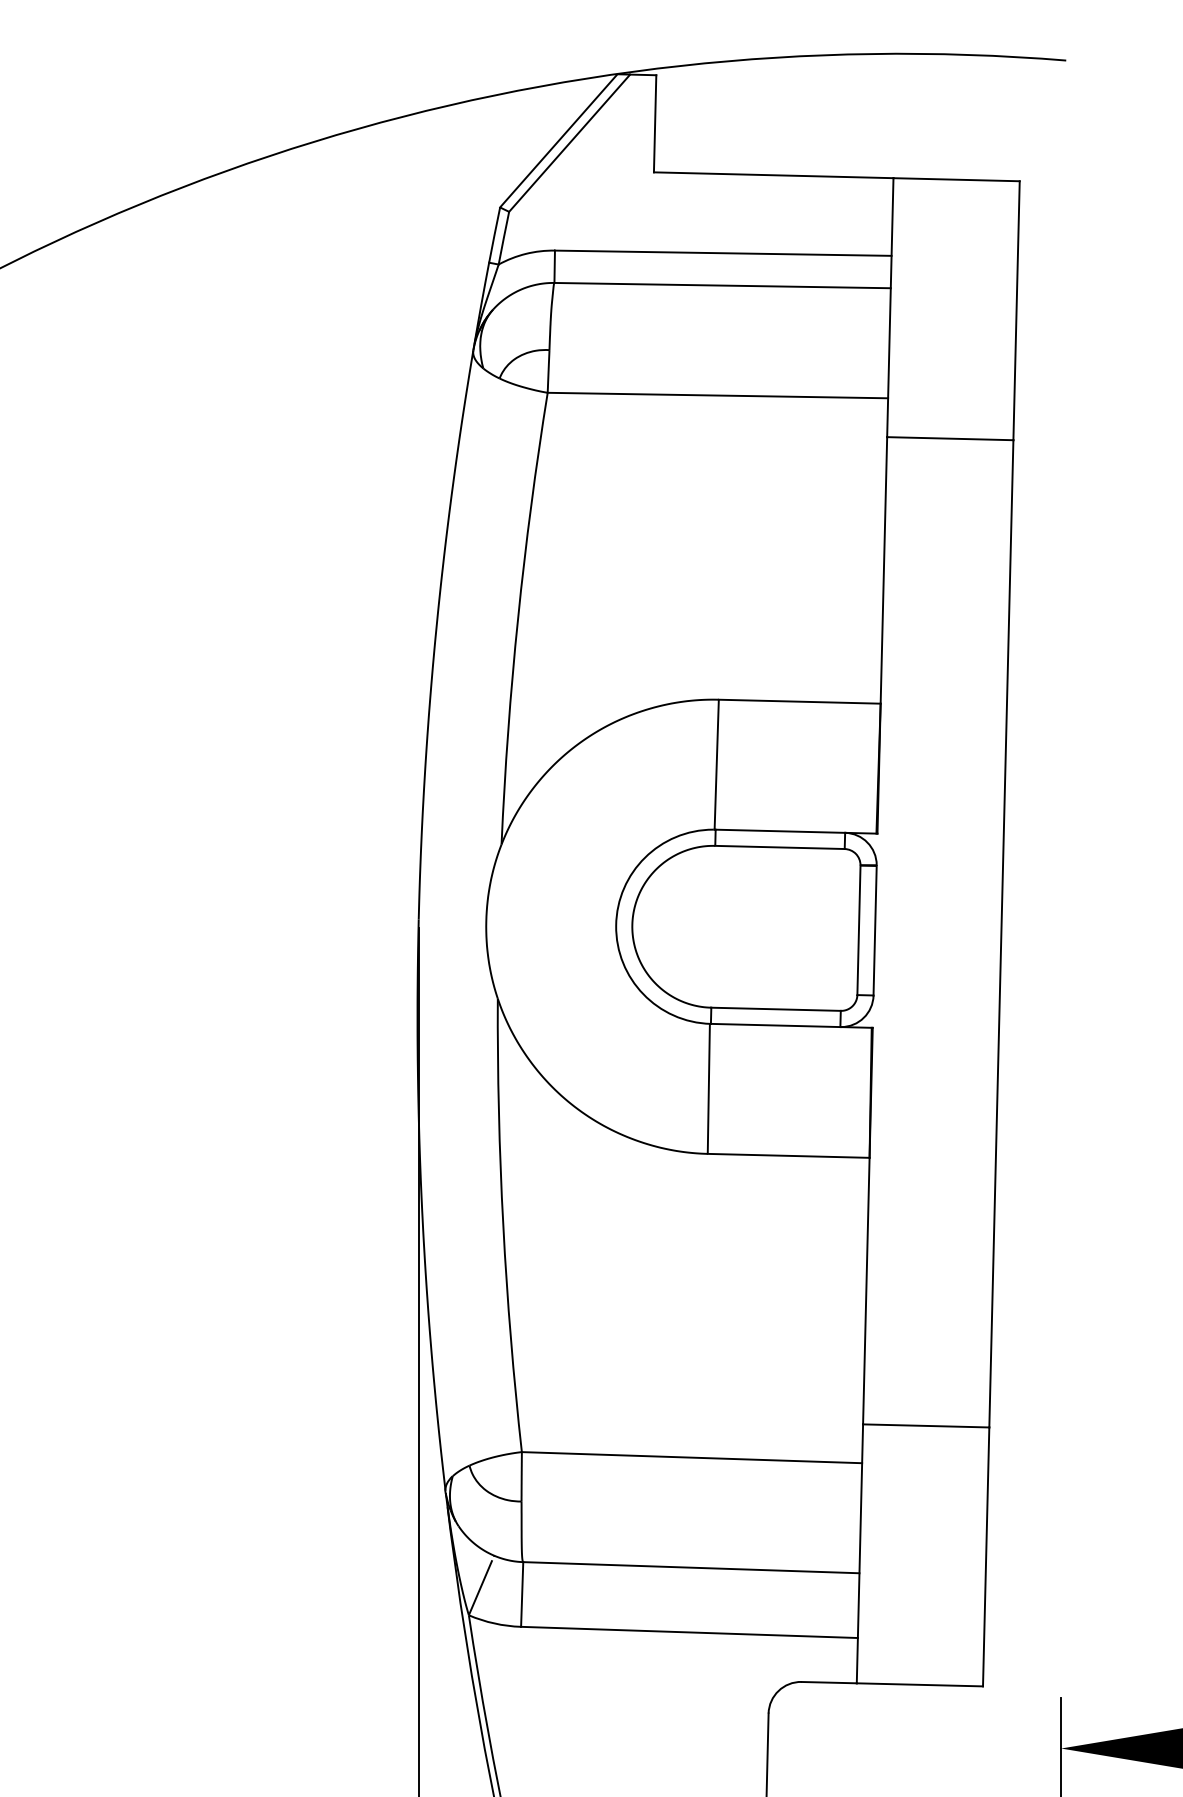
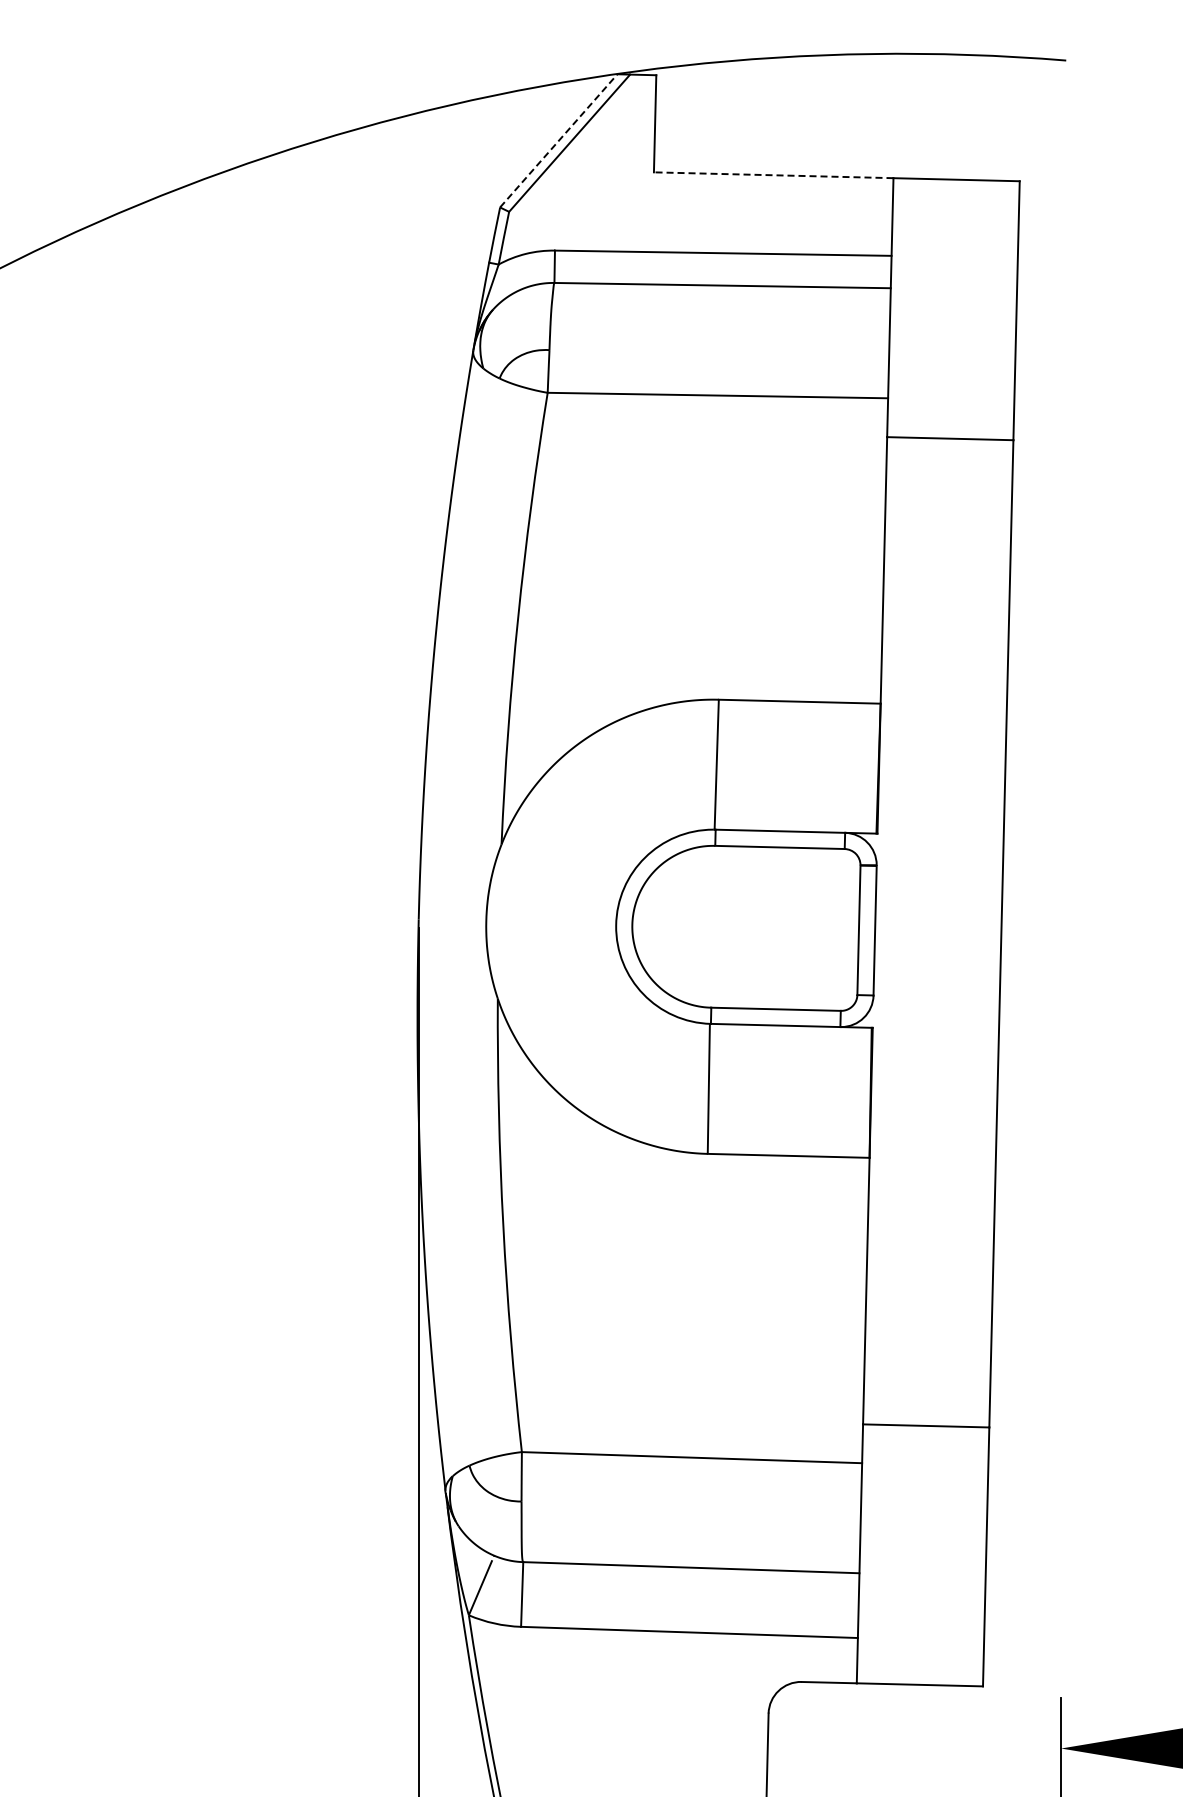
line at (558, 140): solid -> dashed
line at (773, 175): solid -> dashed
